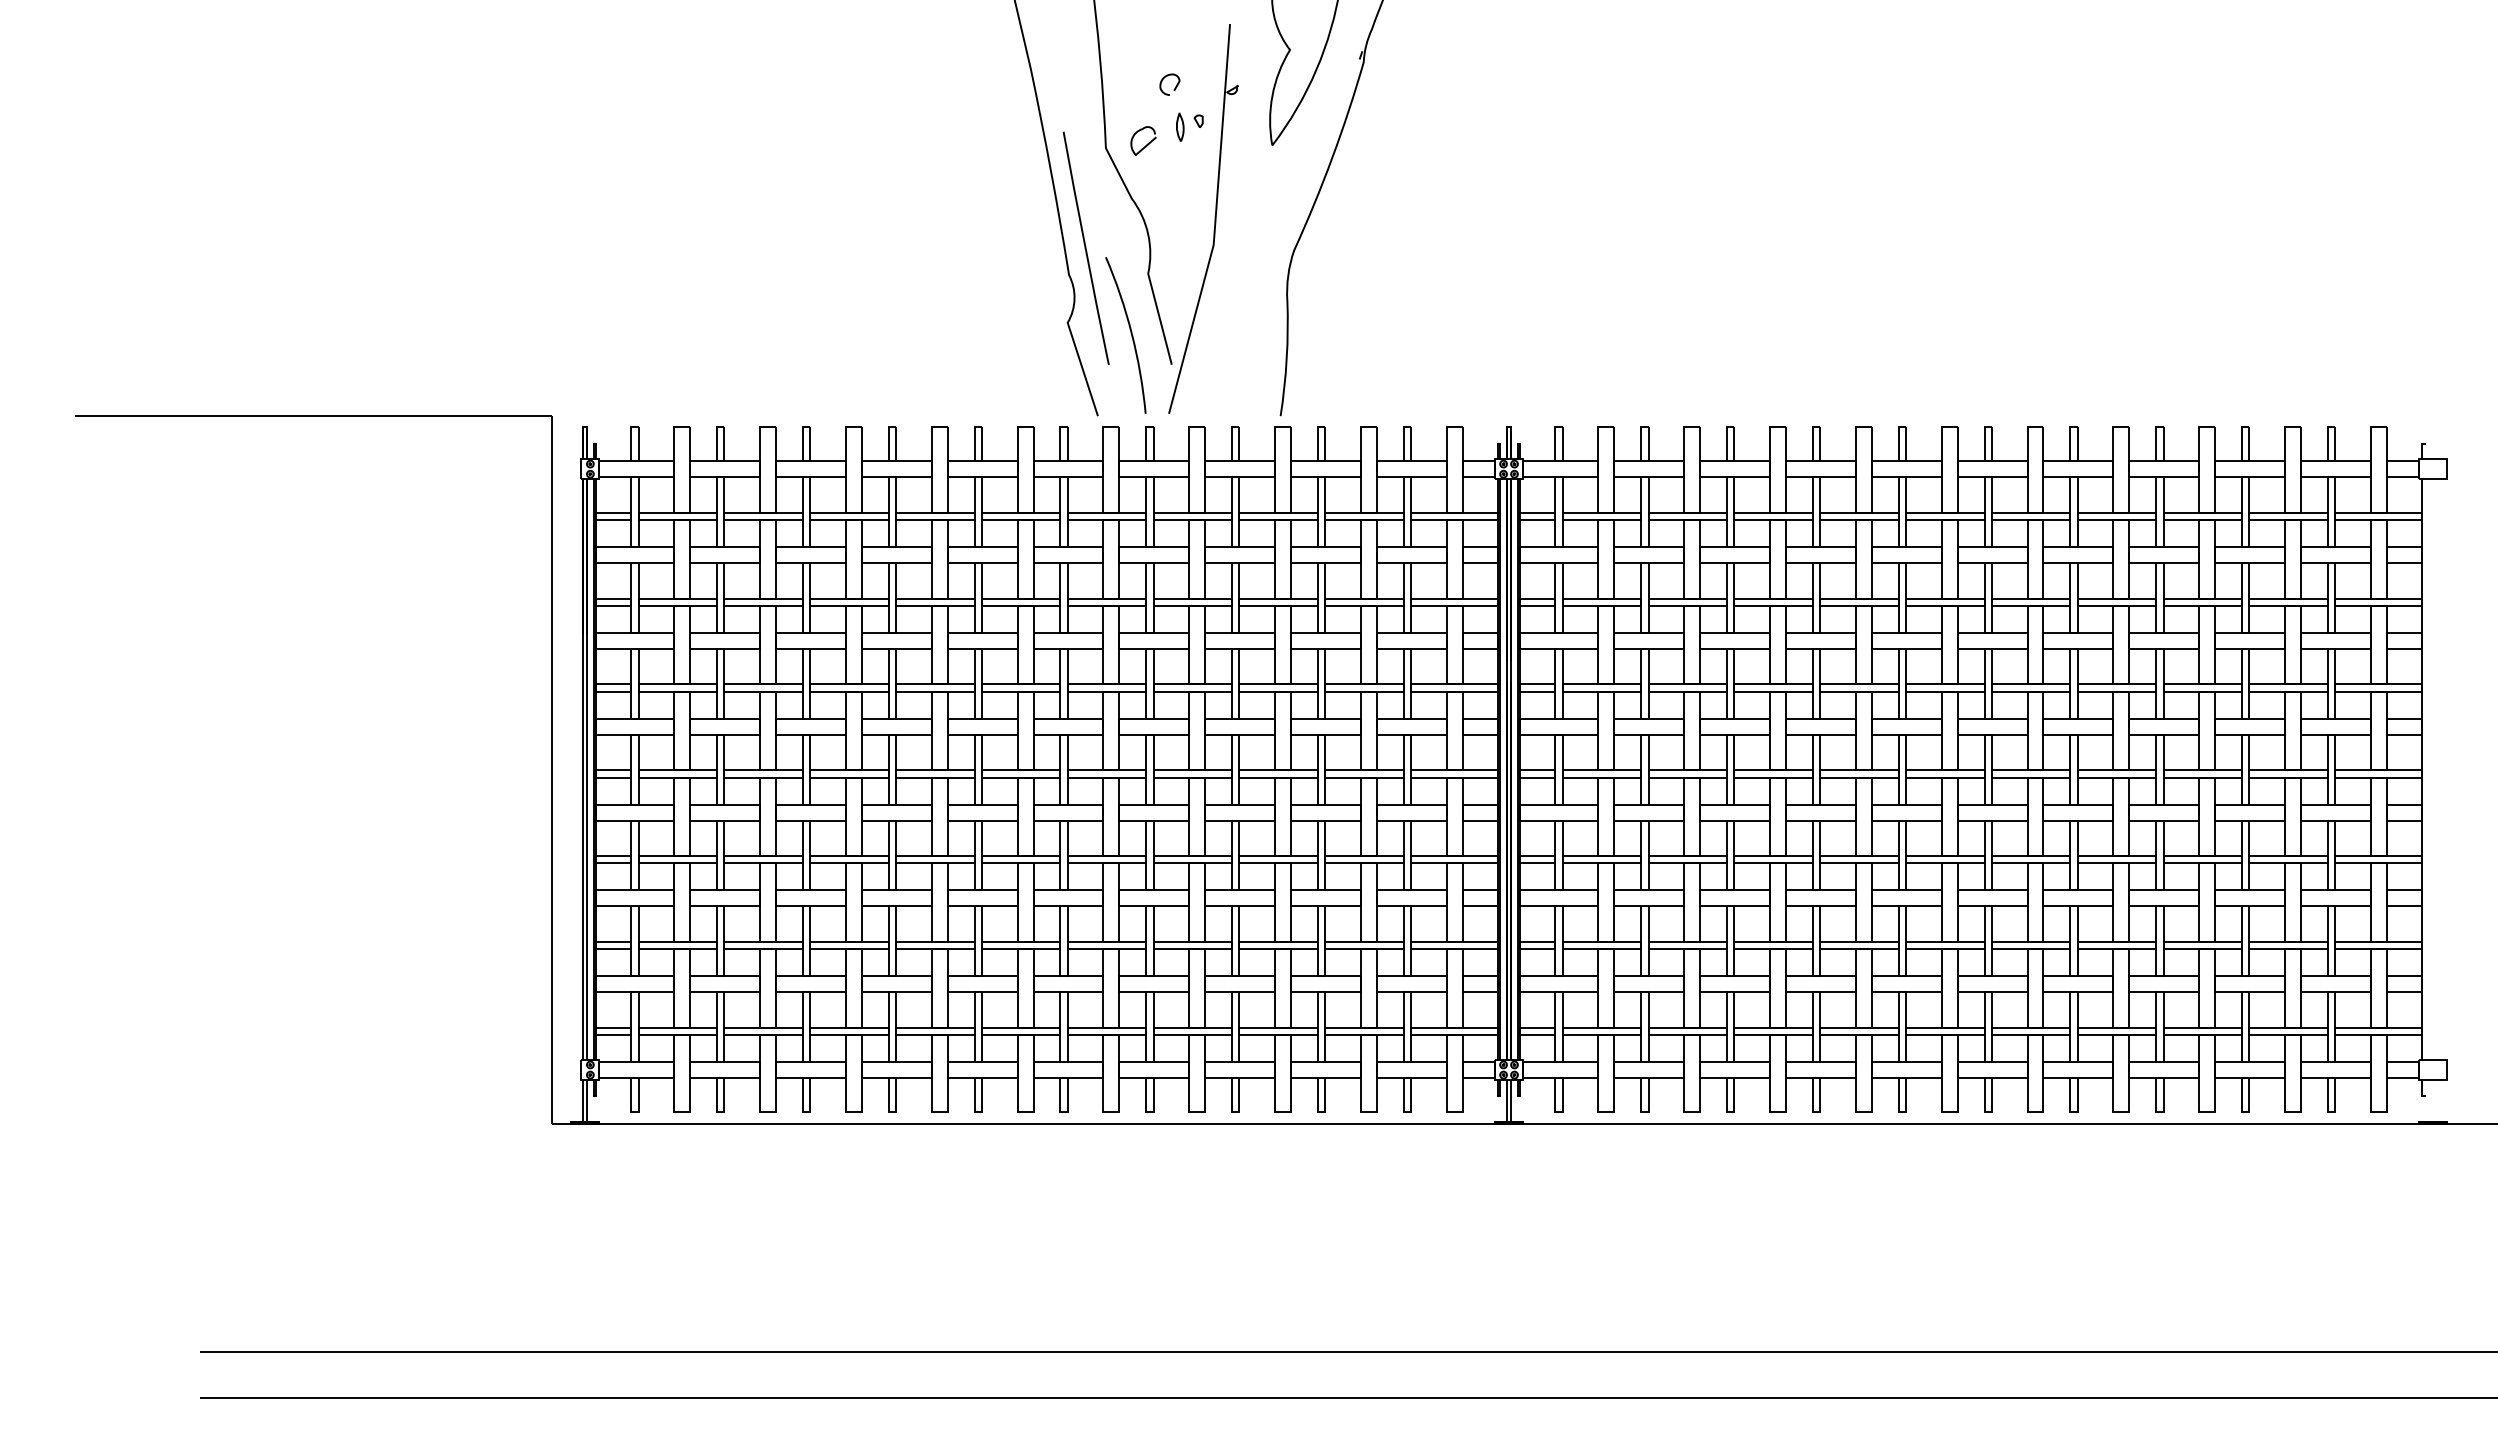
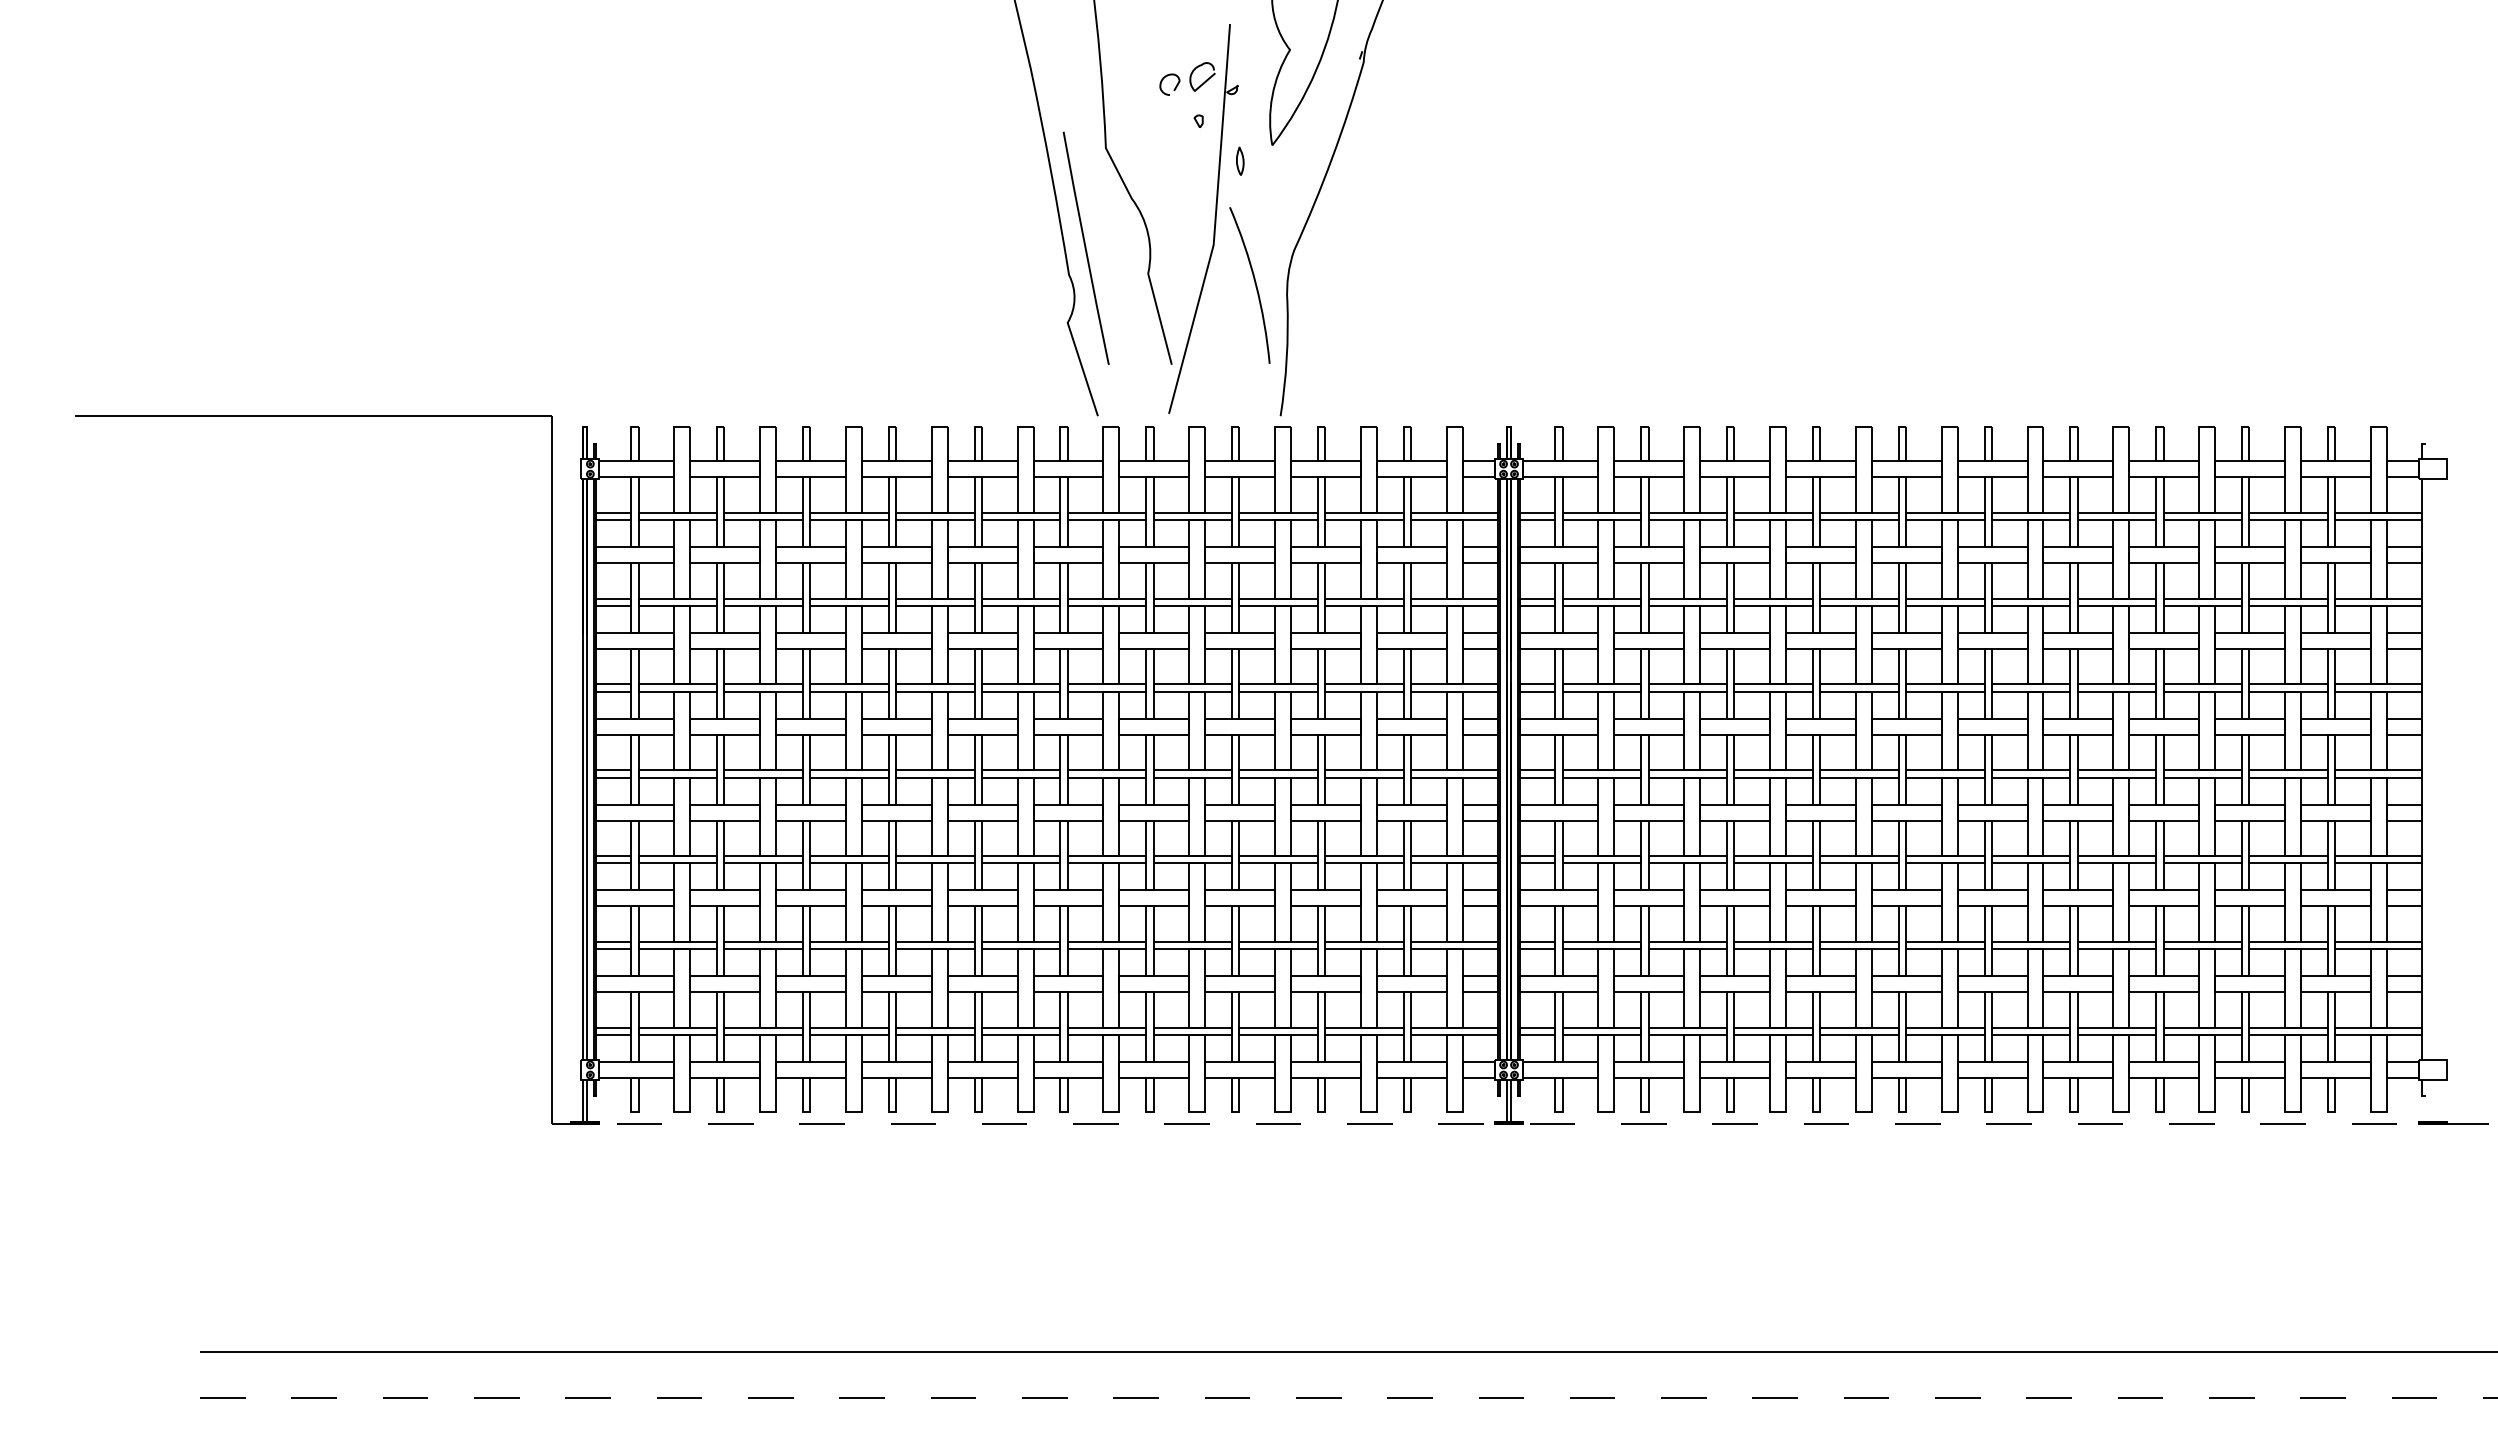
curve at (1182, 126) position: (1182, 126) -> (1242, 160)
curve at (1147, 143) position: (1147, 143) -> (1206, 79)
curve at (1130, 333) position: (1130, 333) -> (1254, 283)
line at (1524, 1123): solid -> dashed
line at (1348, 1397): solid -> dashed
